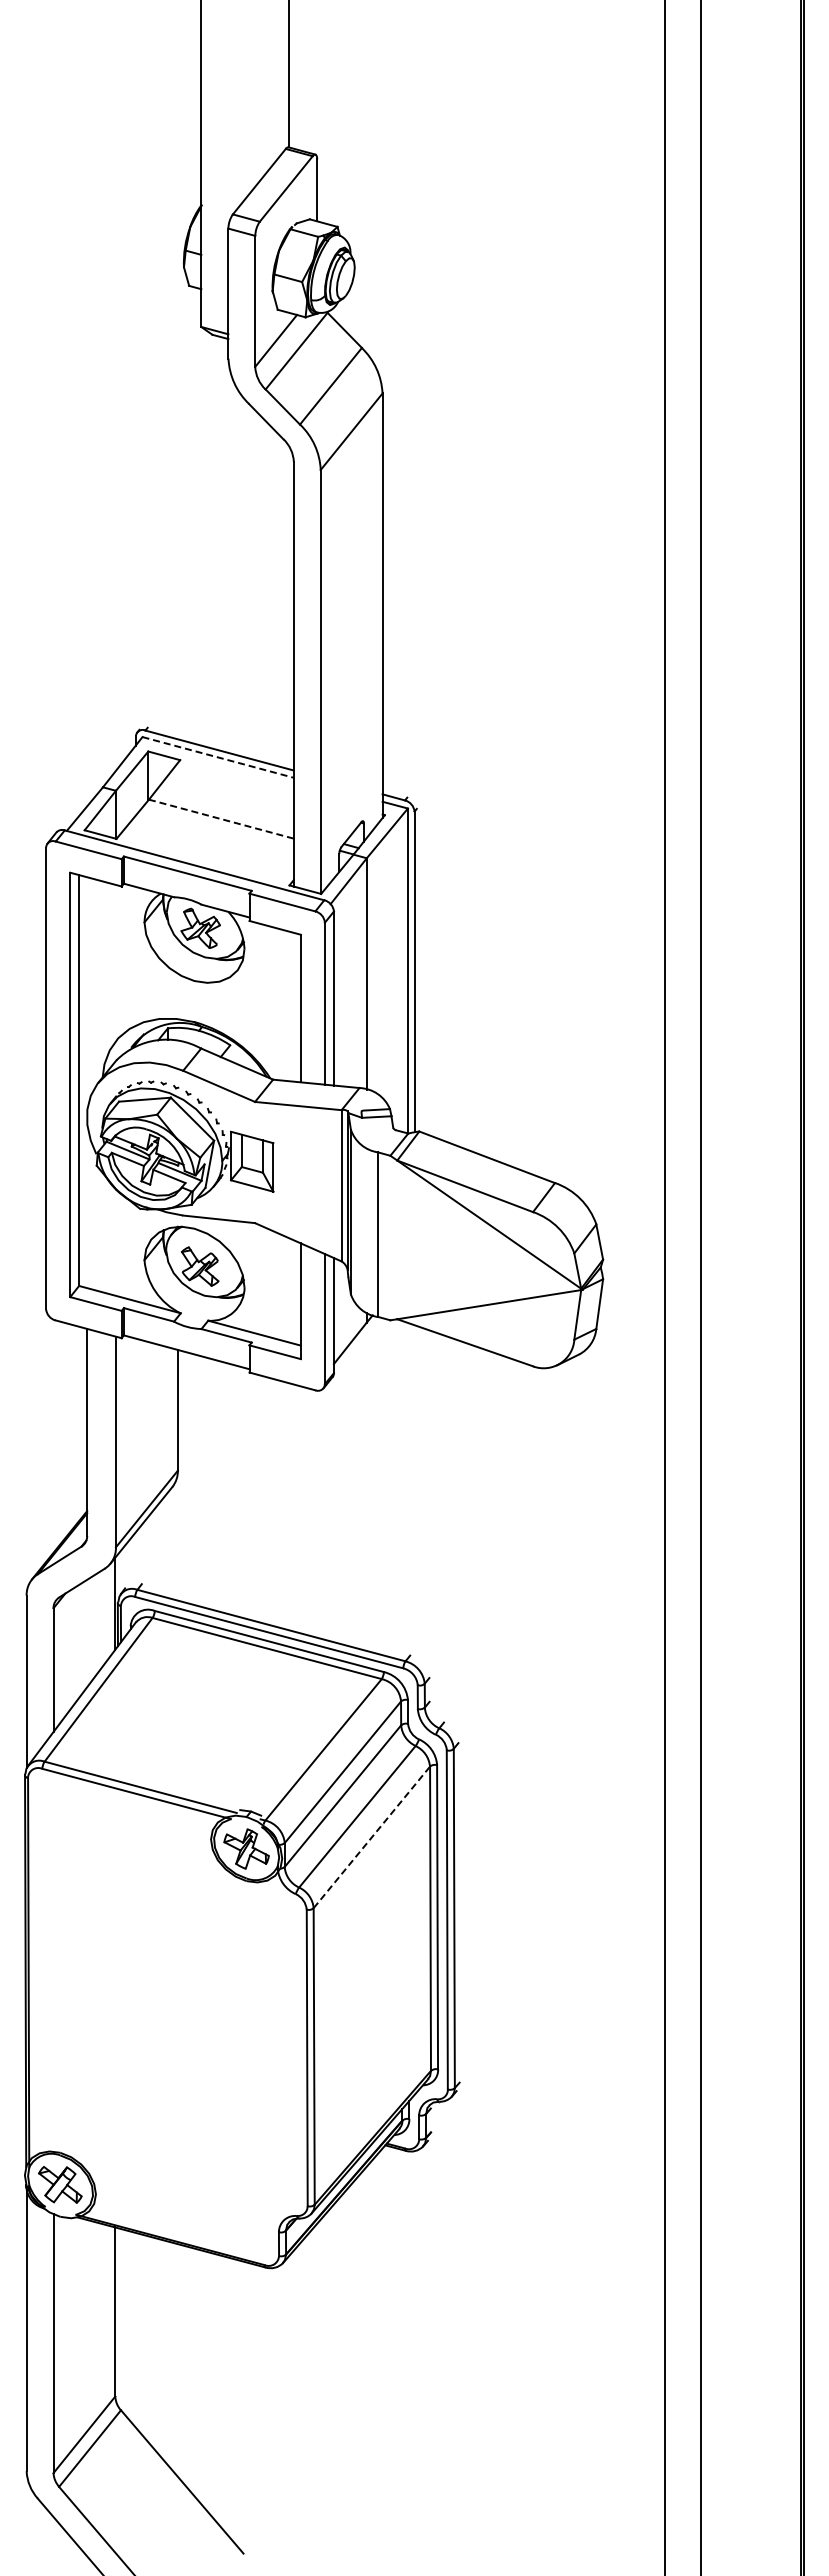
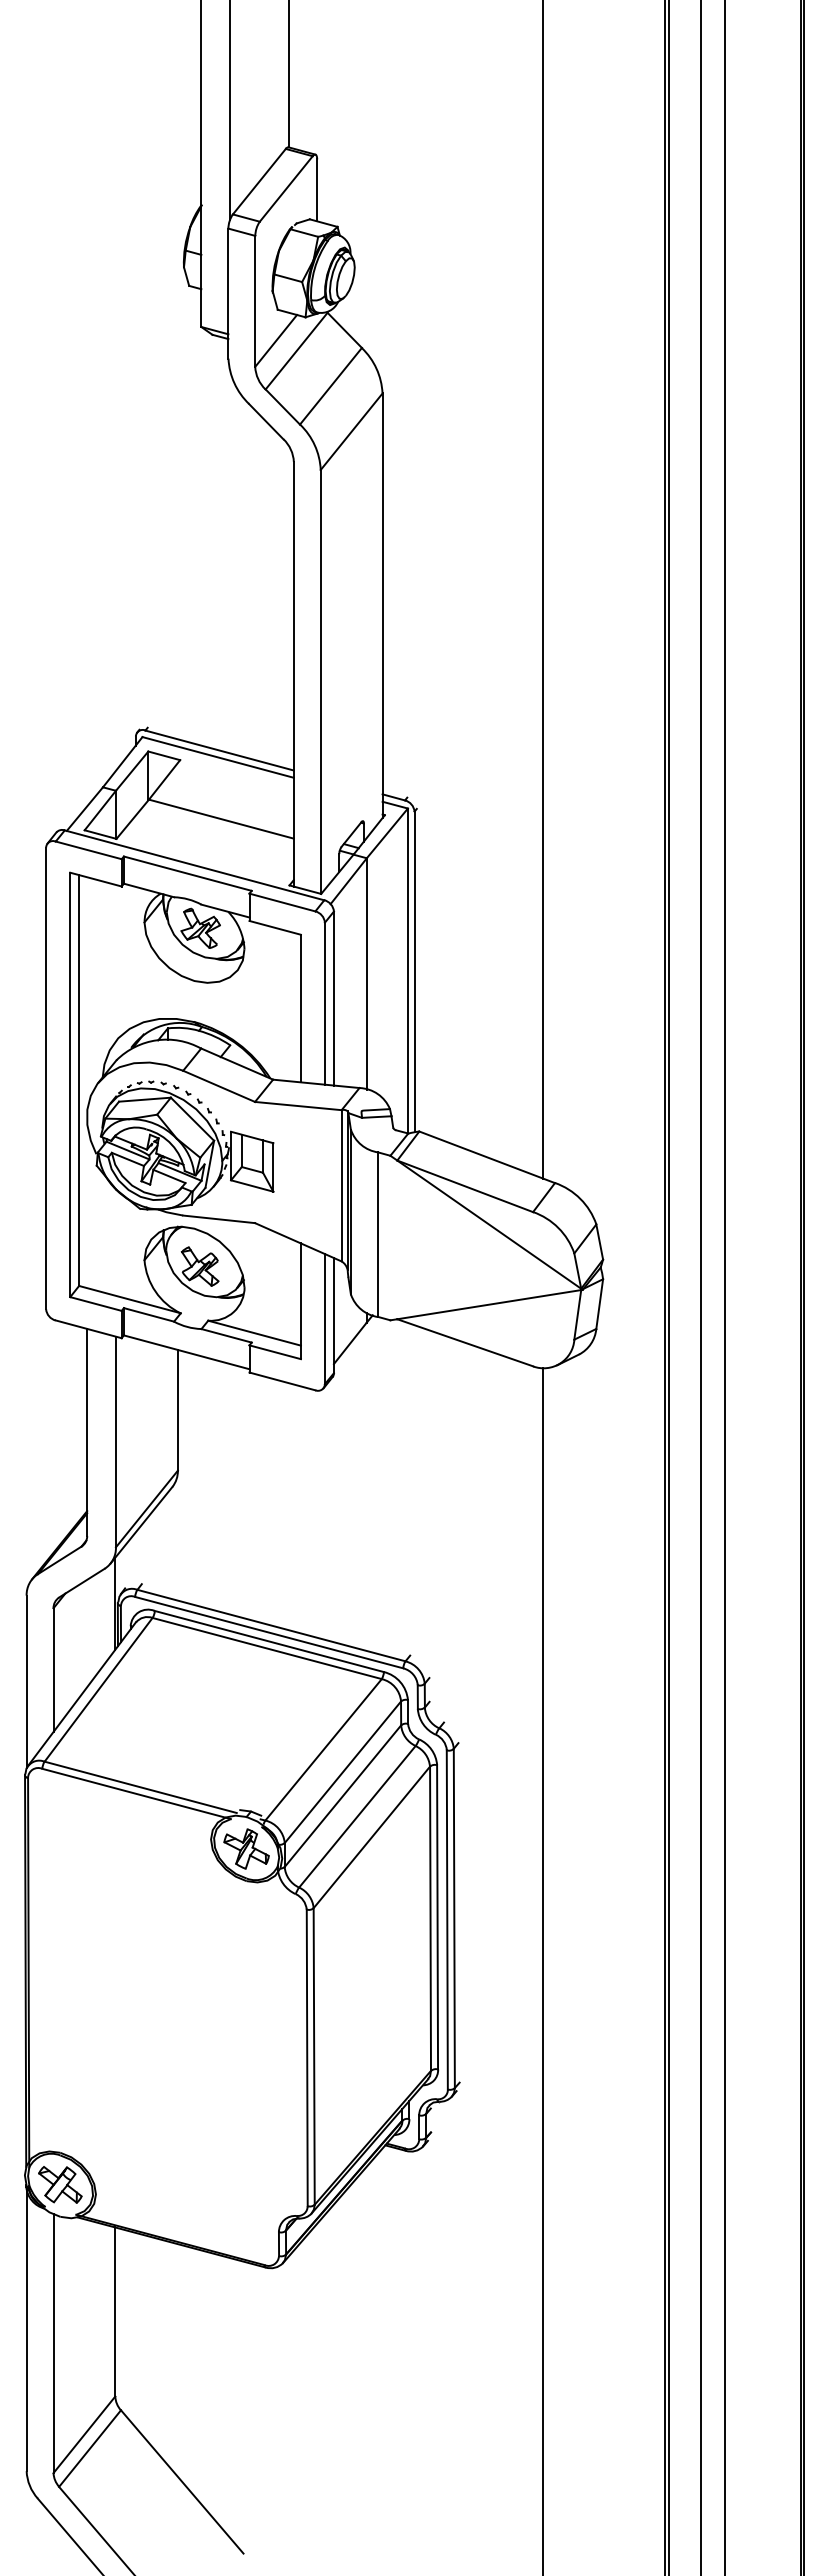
line at (230, 110): none -> present
line at (543, 590): none -> present
line at (218, 757): dashed -> solid
line at (221, 819): dashed -> solid
line at (669, 1287): none -> present
line at (725, 1287): none -> present
line at (371, 1837): dashed -> solid
line at (543, 1970): none -> present
